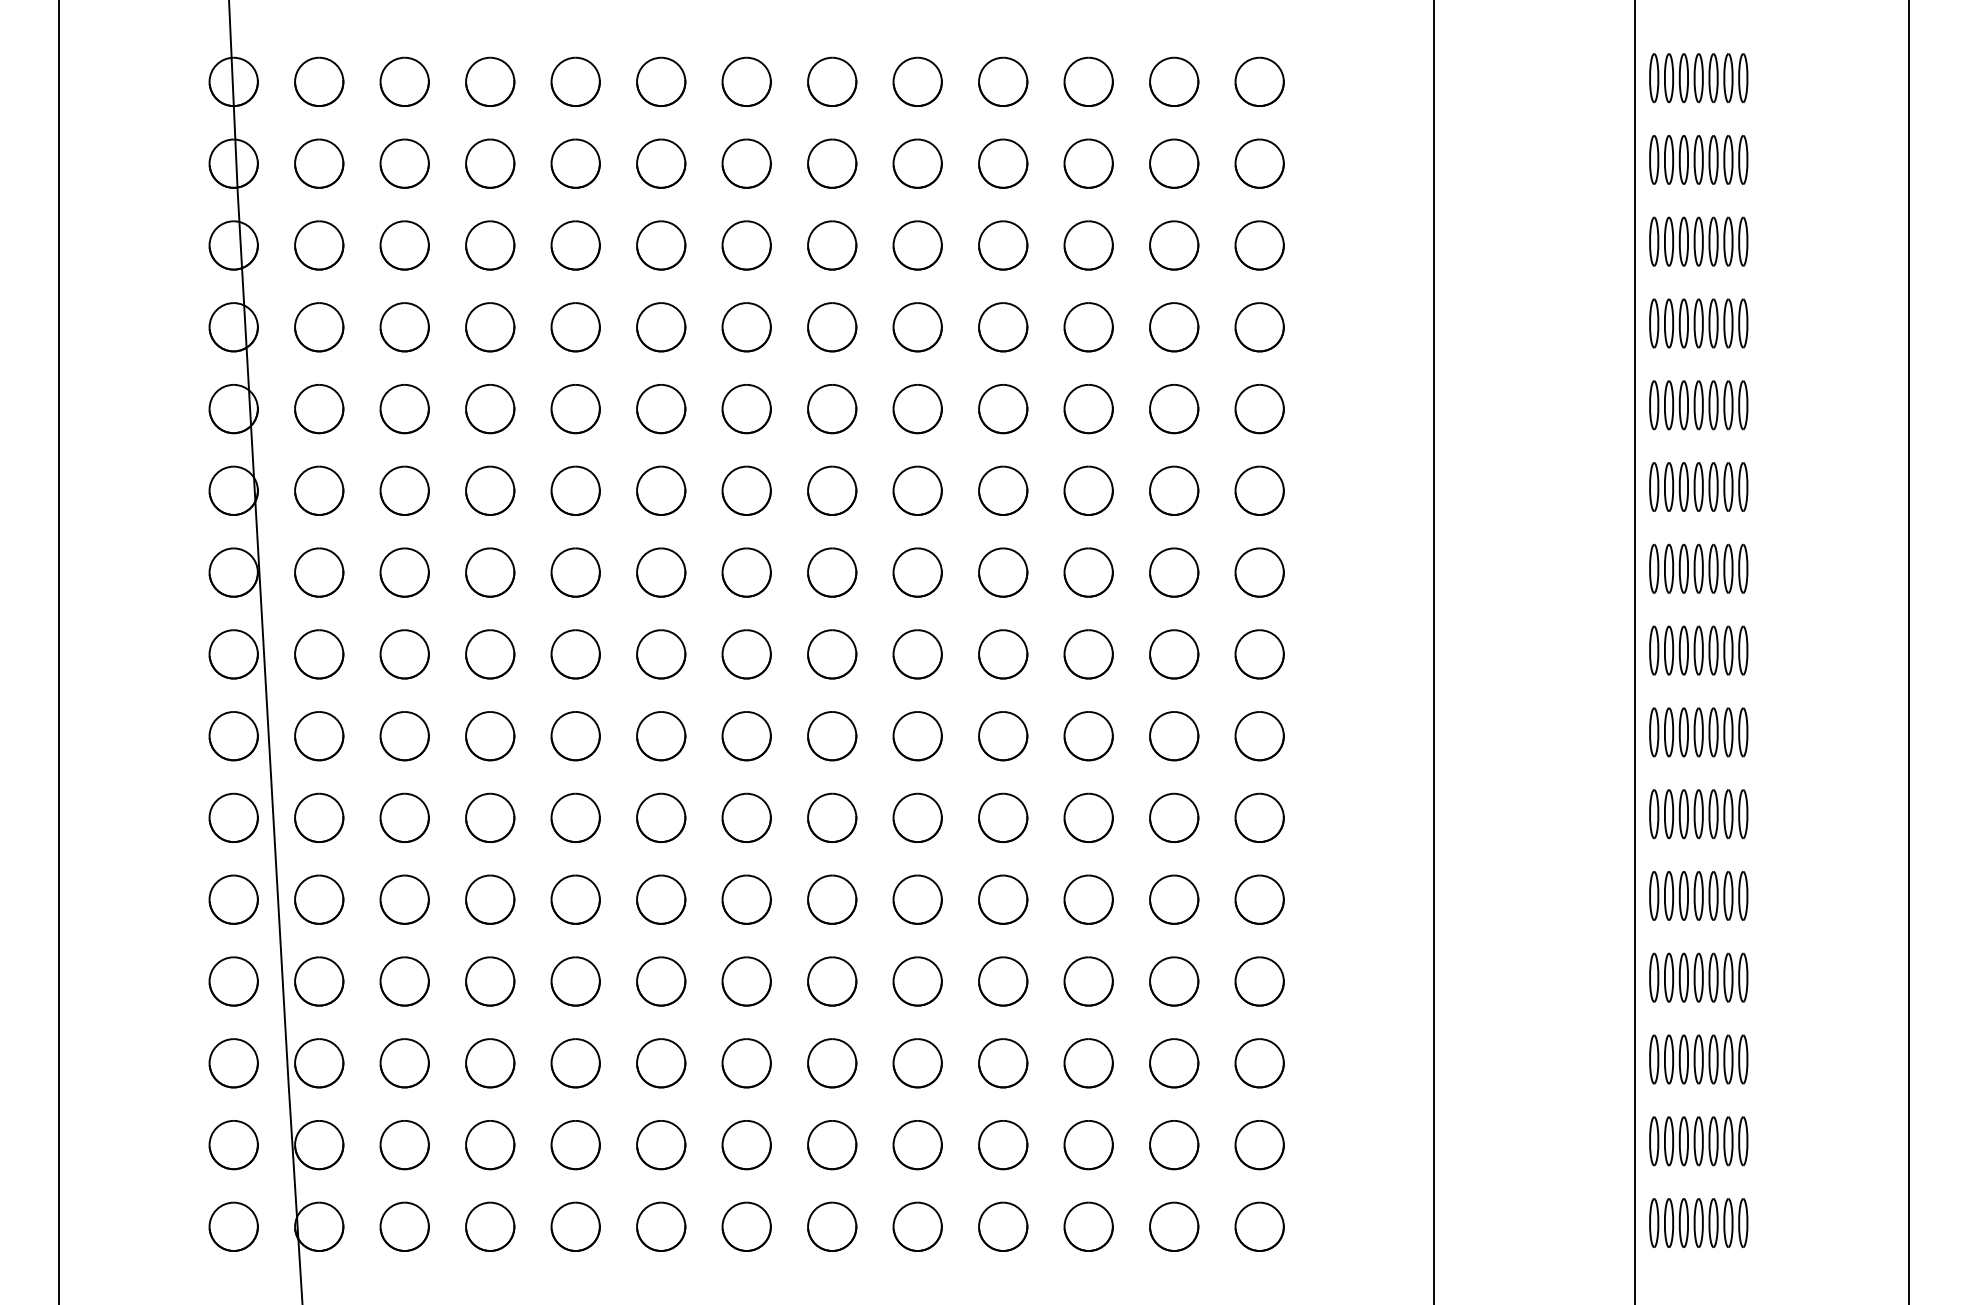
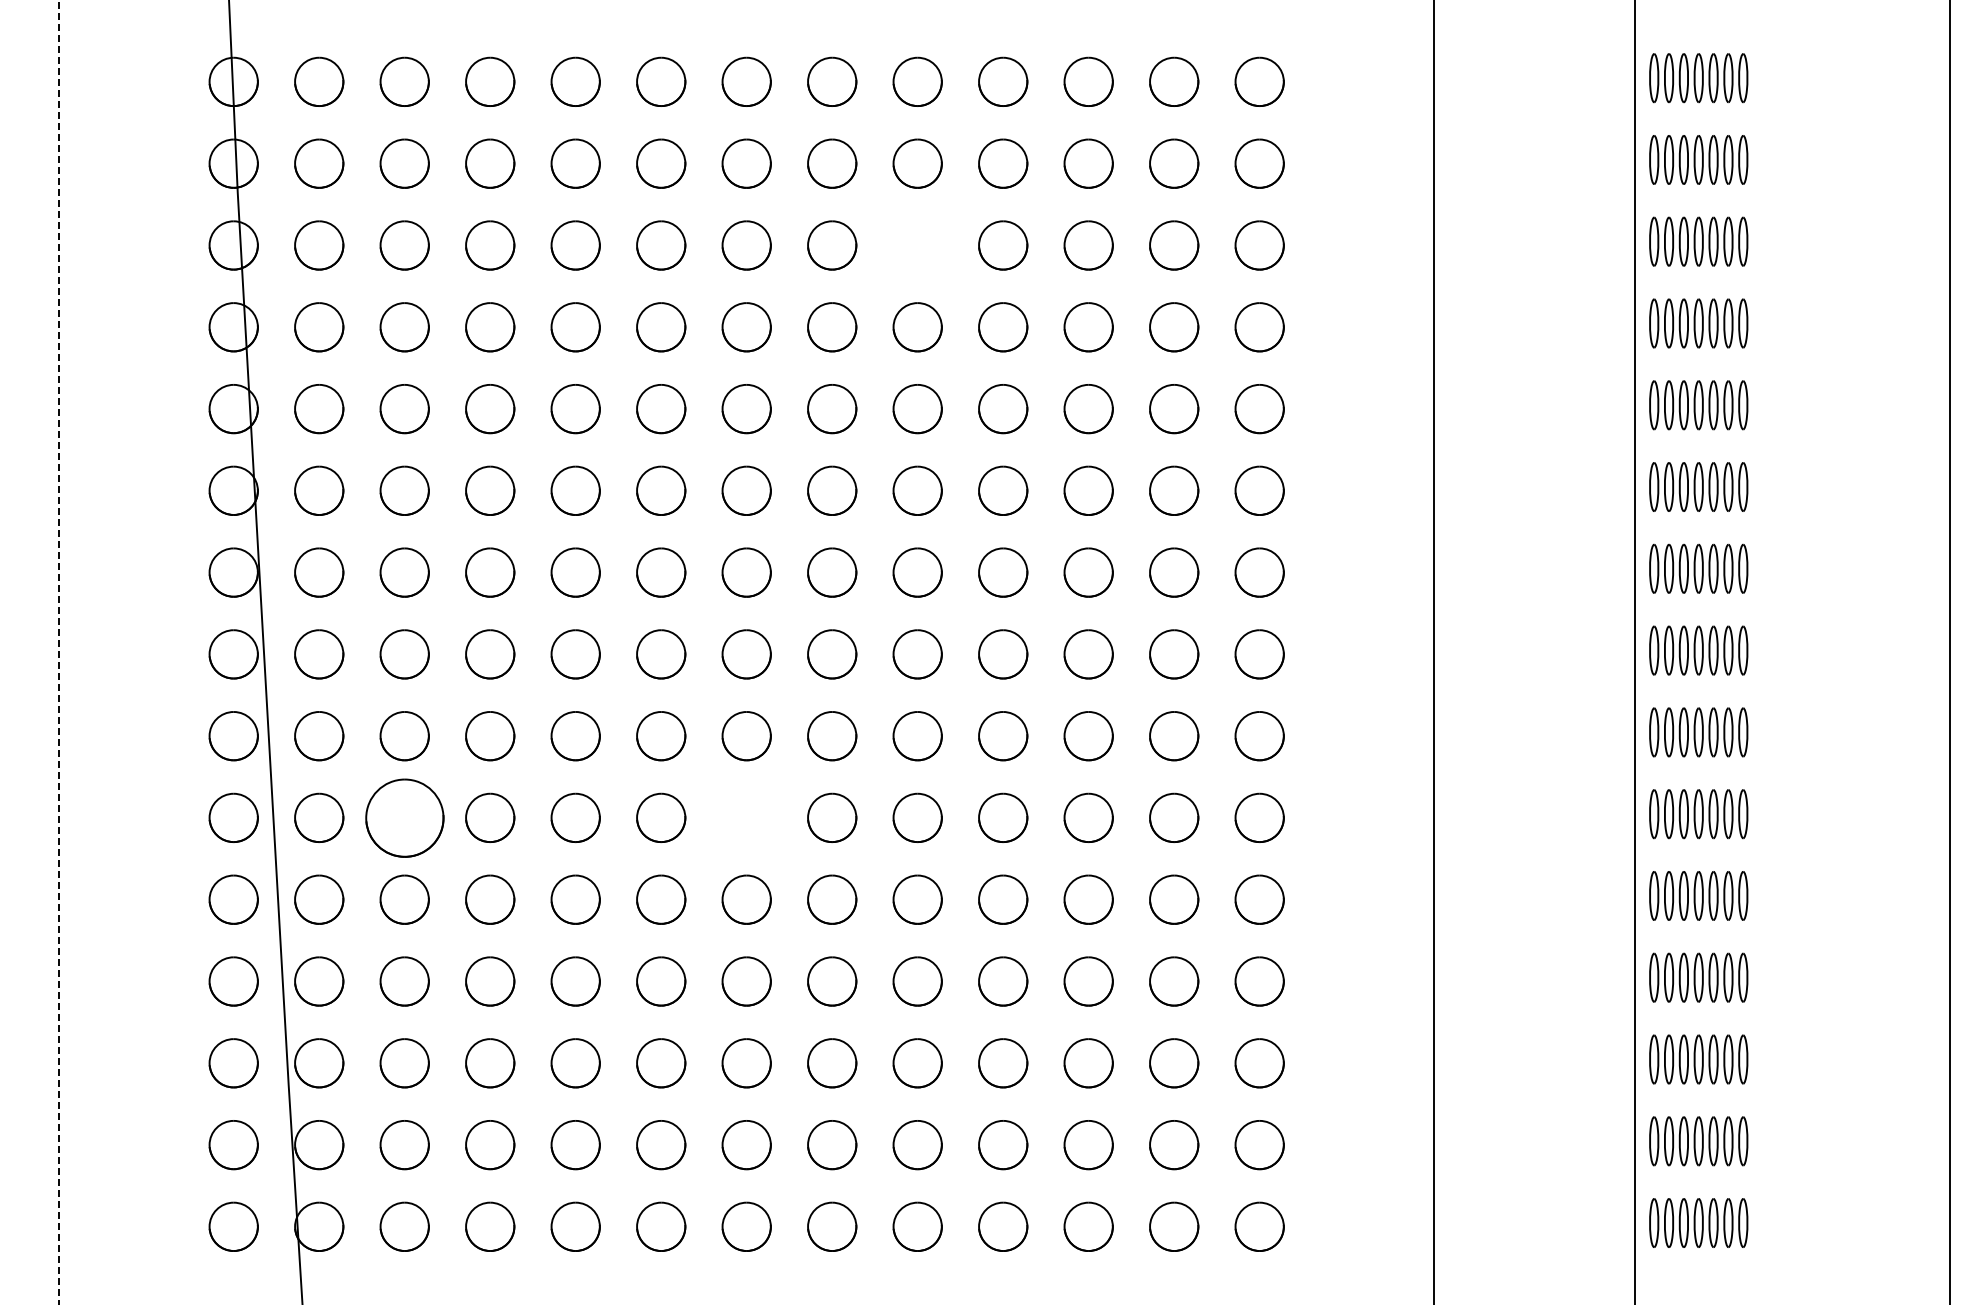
part at (917, 245): present -> none
line at (59, 651): solid -> dashed
line at (1908, 651) position: (1908, 651) -> (1949, 651)
part at (404, 817) size: 51x51 px -> 80x80 px
part at (746, 817): present -> none
